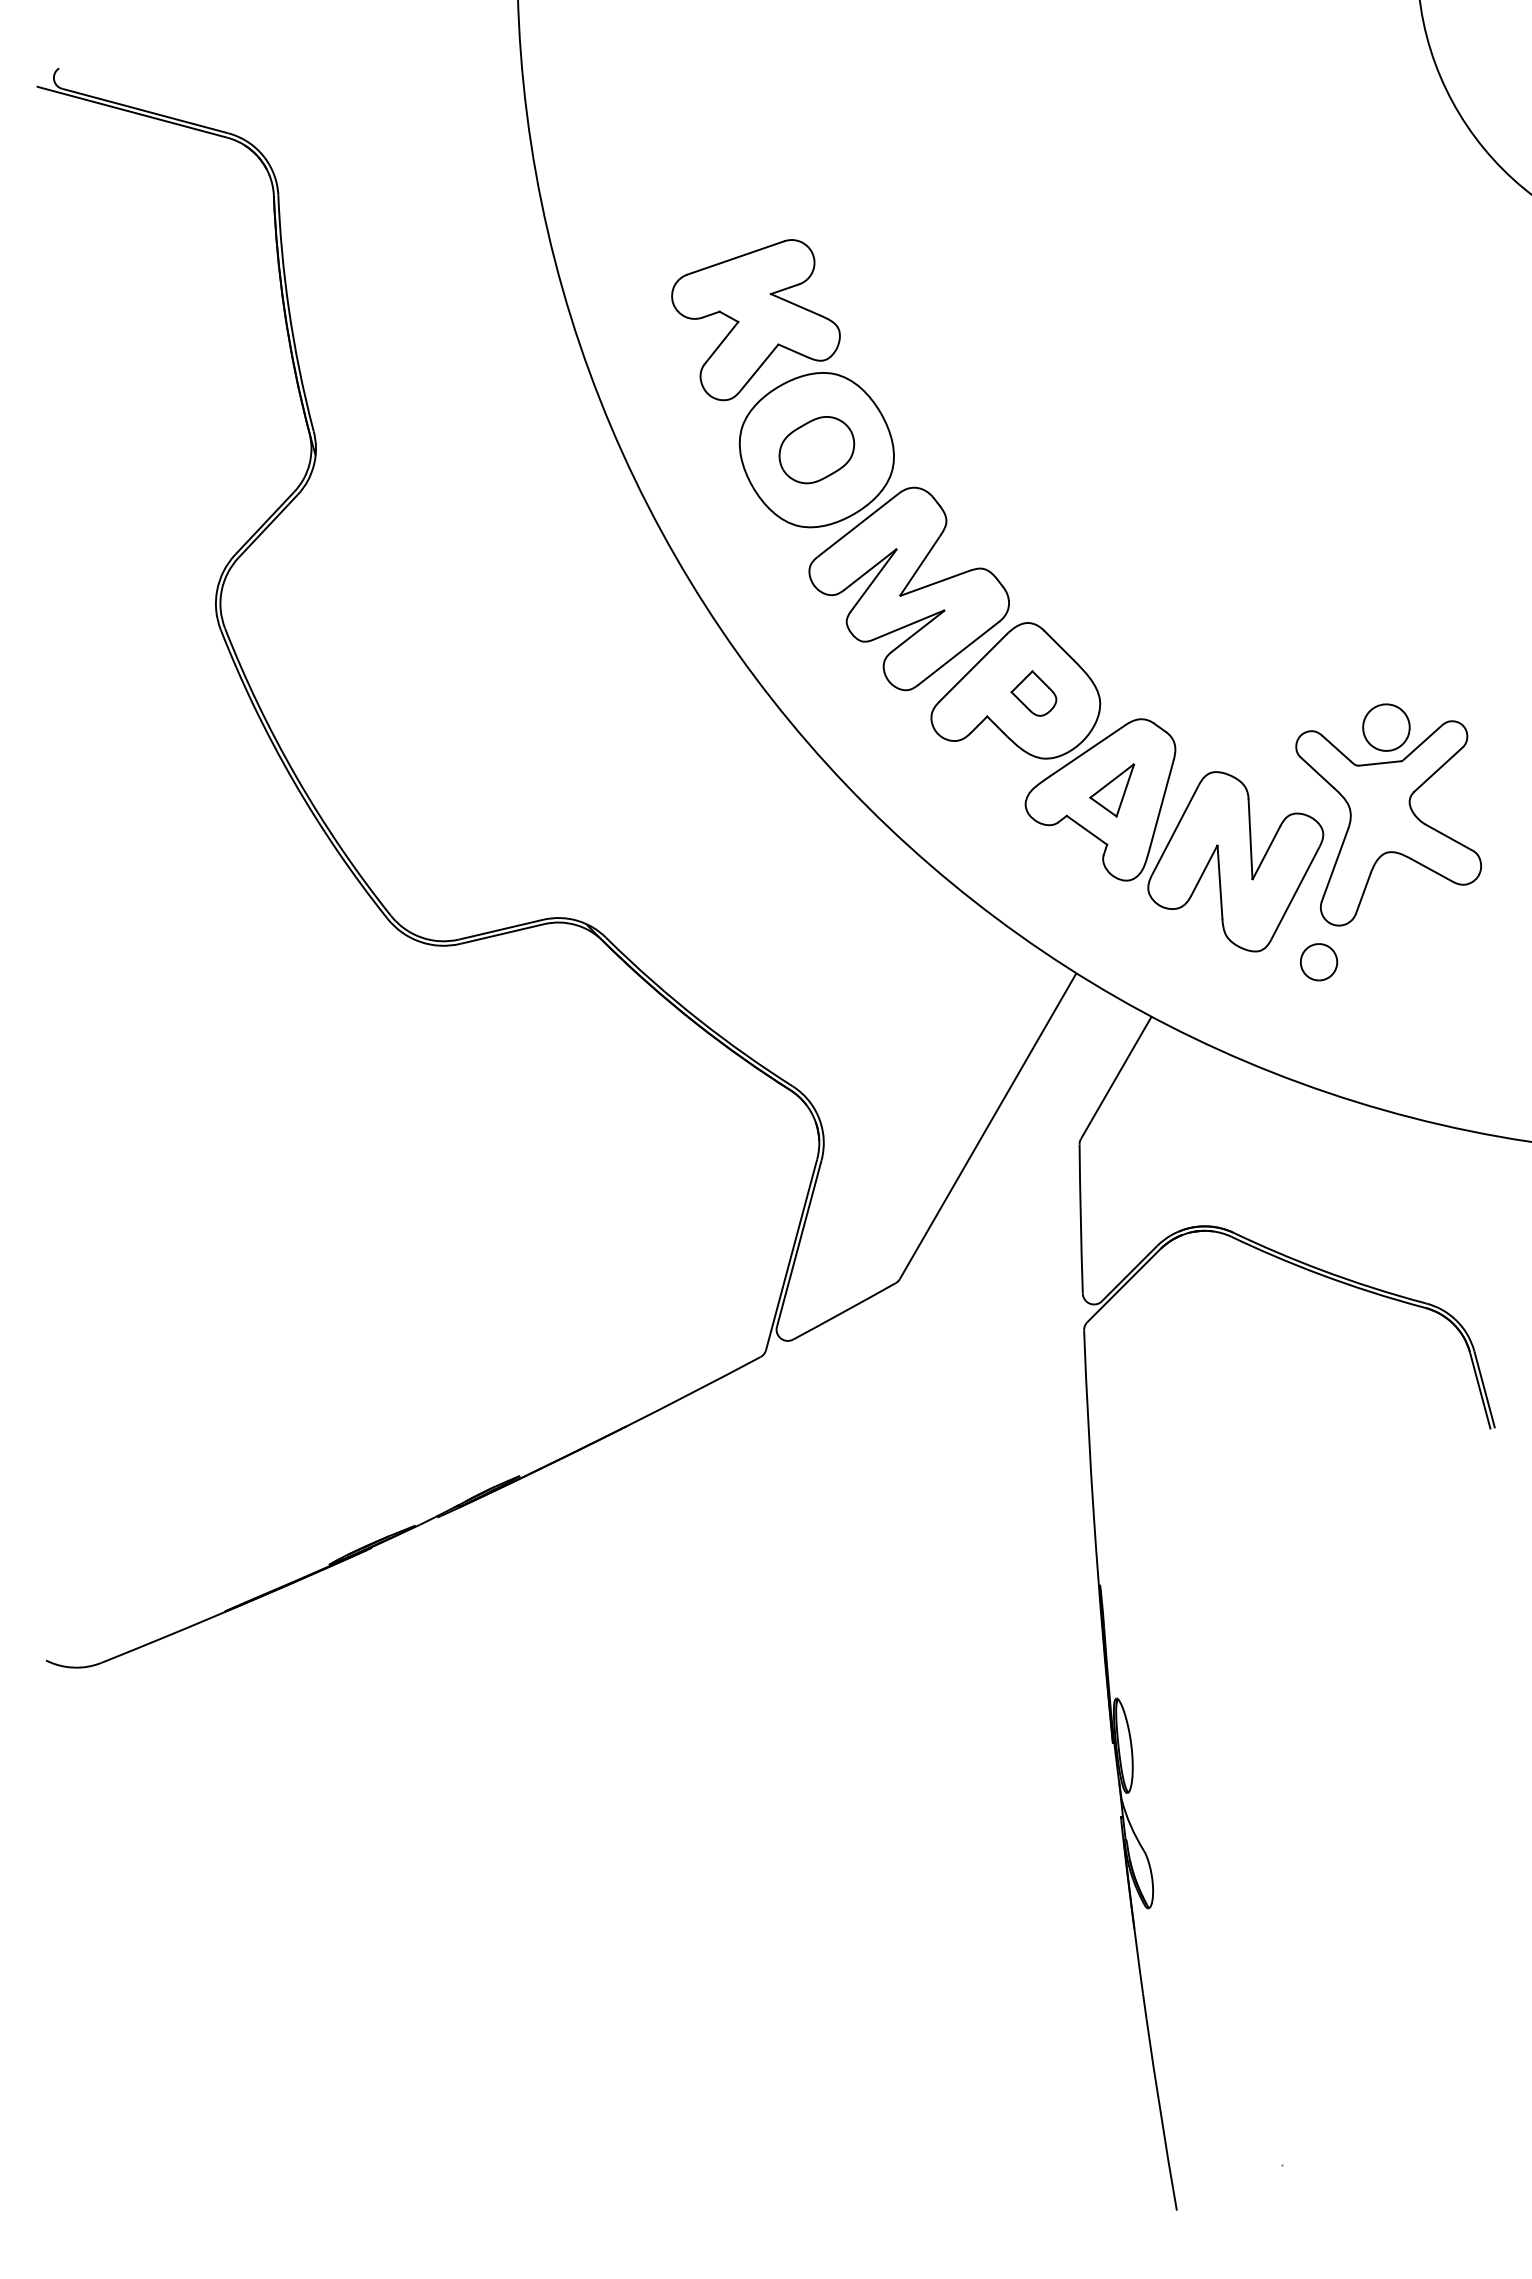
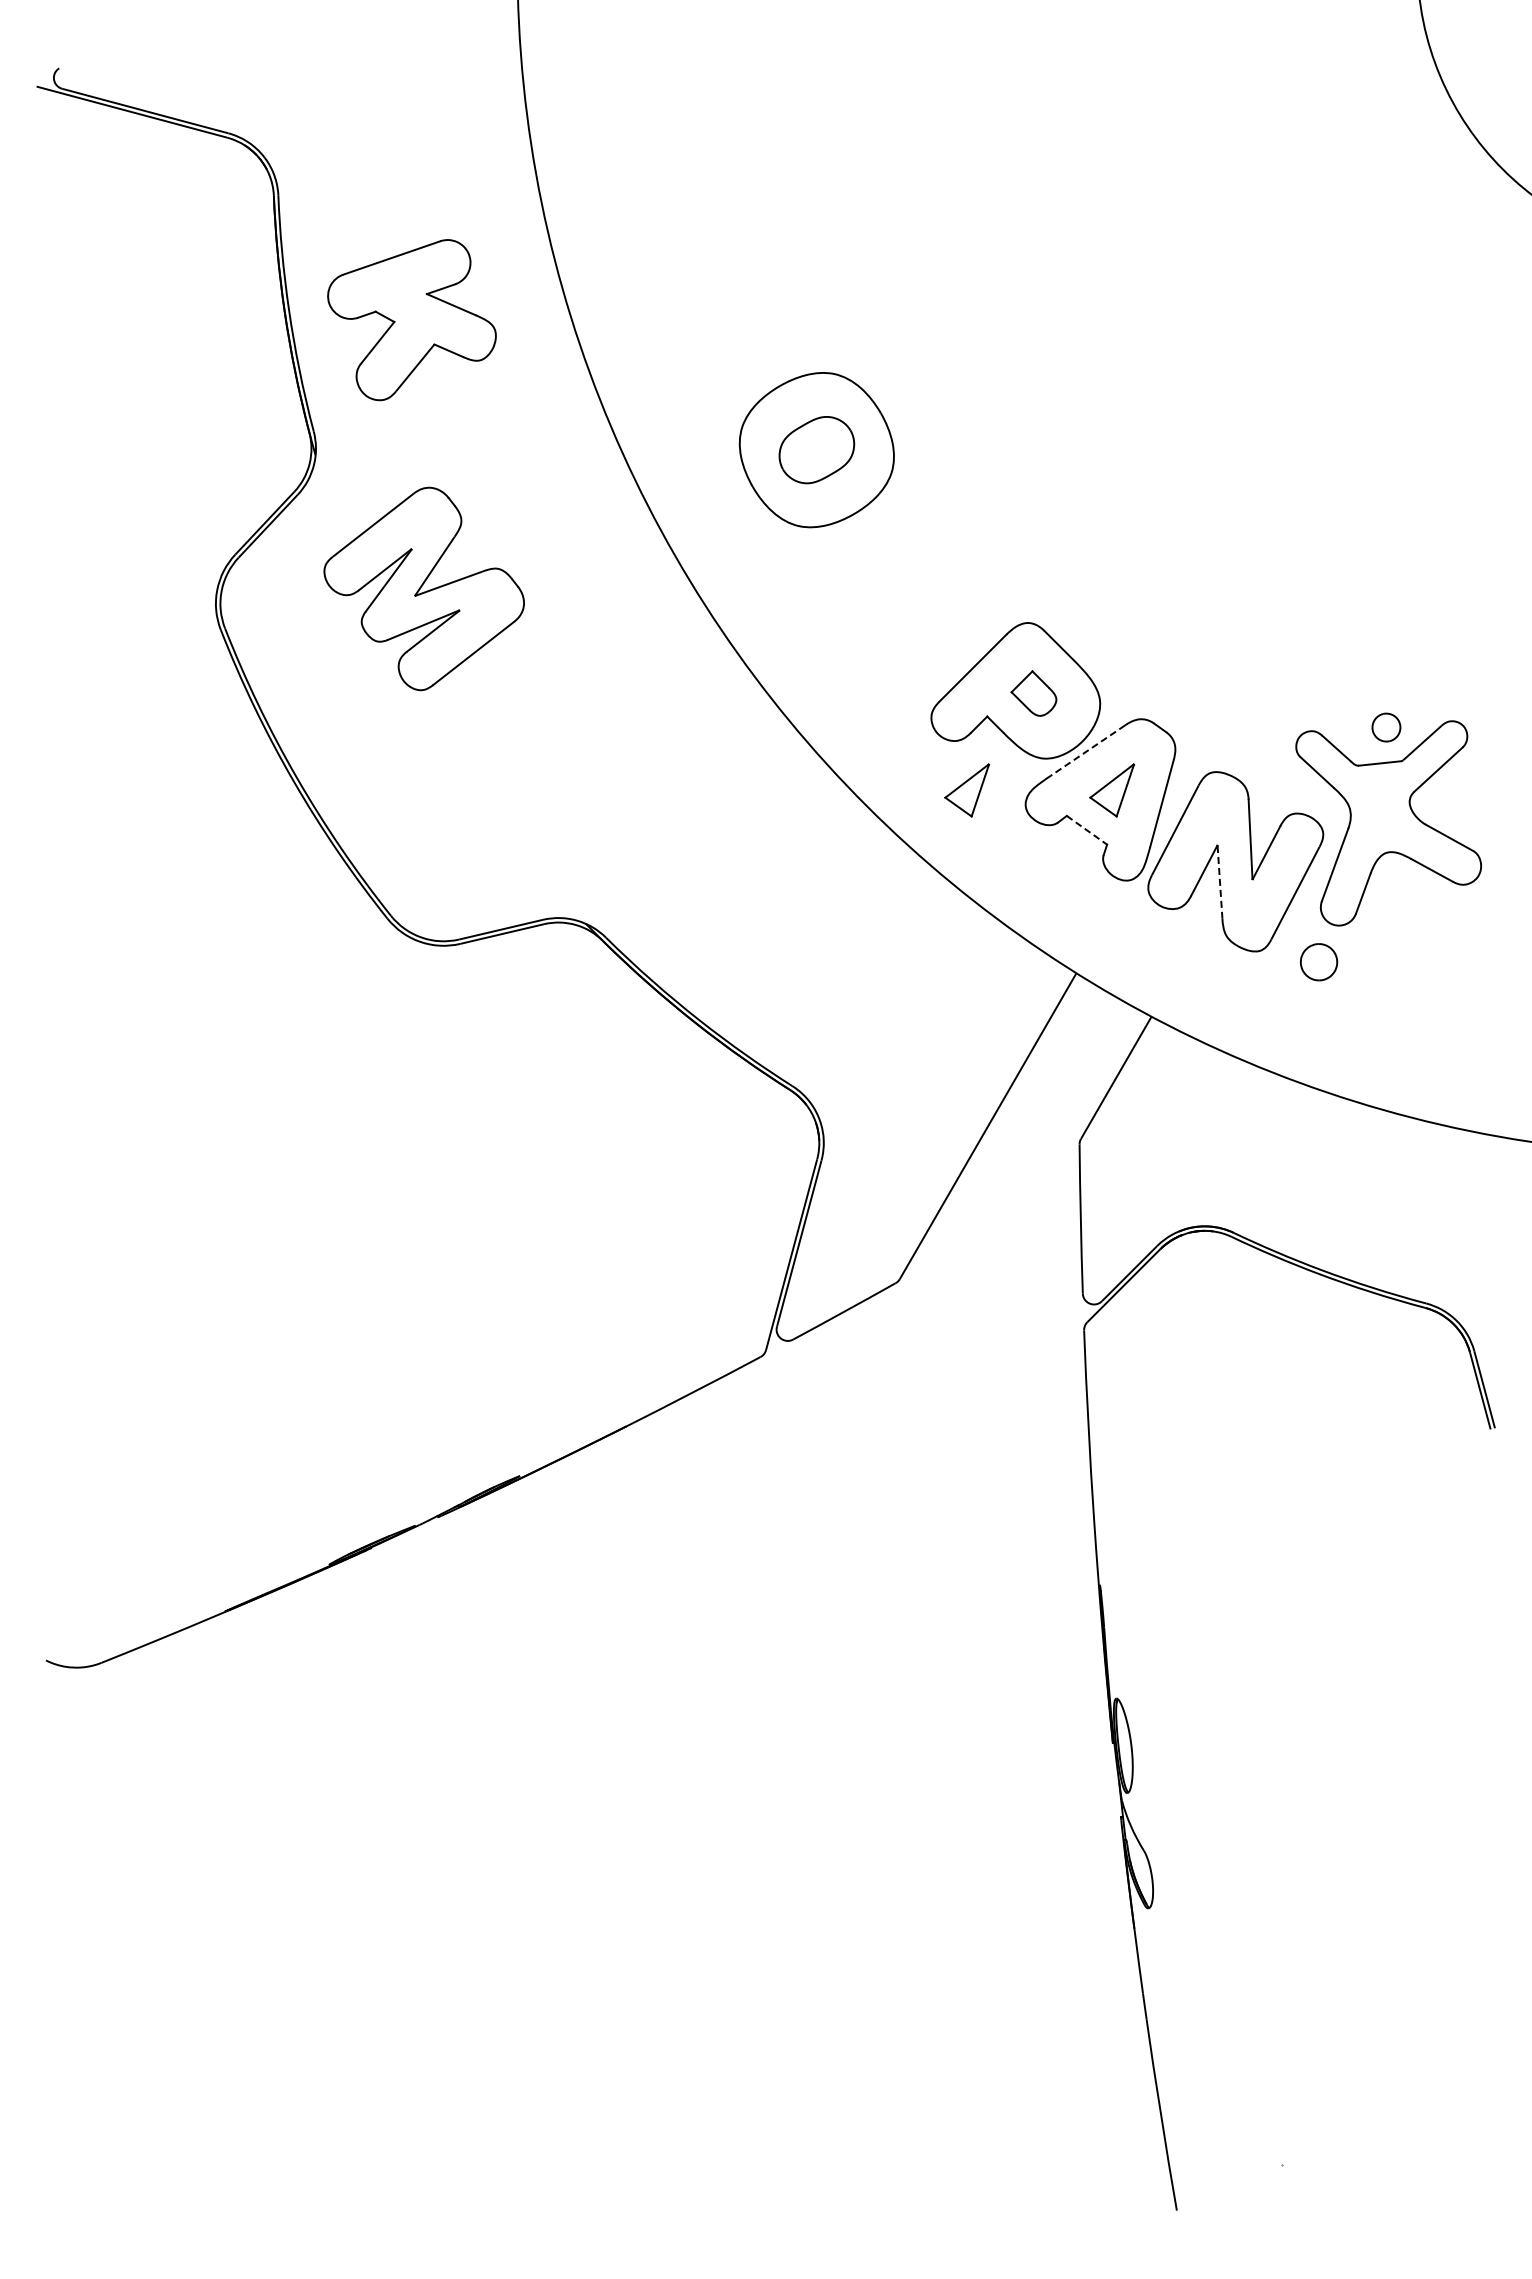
part at (755, 320) position: (755, 320) -> (411, 320)
part at (908, 588) position: (908, 588) -> (423, 588)
part at (1386, 727) size: 49x49 px -> 31x31 px
line at (1087, 750): solid -> dashed
part at (967, 790): none -> present
line at (1086, 830): solid -> dashed
line at (1220, 882): solid -> dashed
